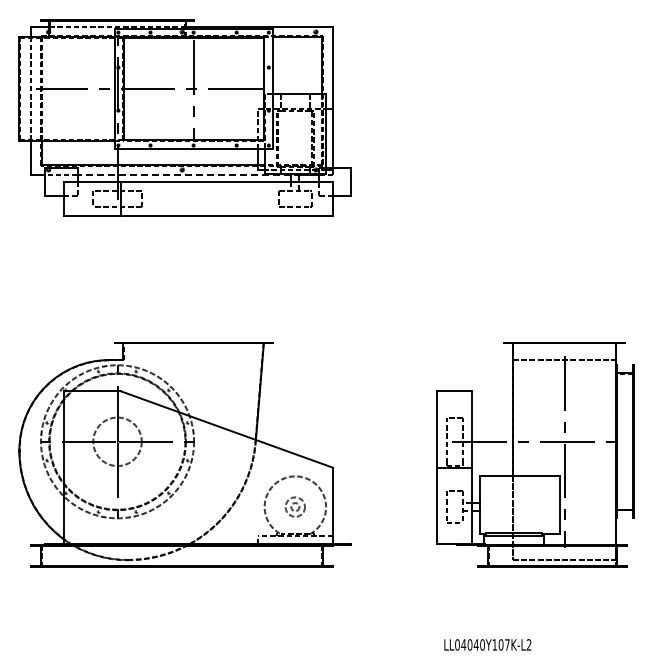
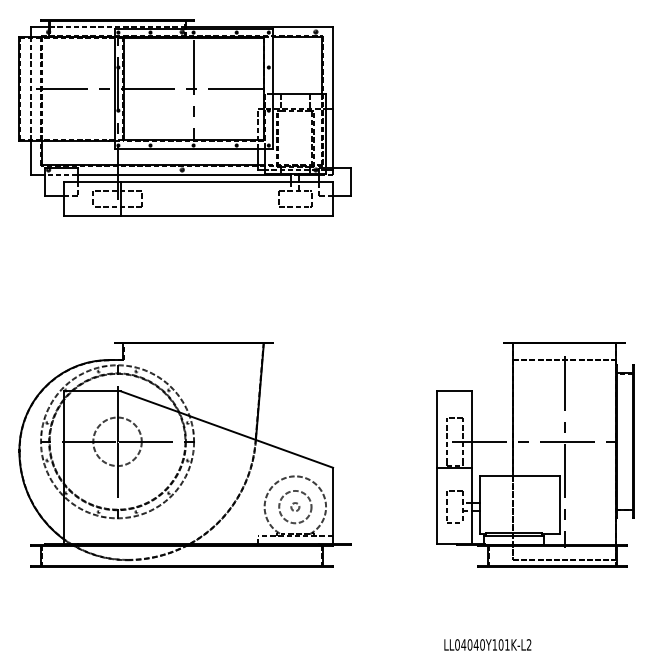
line at (184, 175): dashed -> solid
circle at (295, 506) diameter: 19 px -> 32 px
text at (507, 644): LL04040Y107K-L2 -> LL04040Y101K-L2
